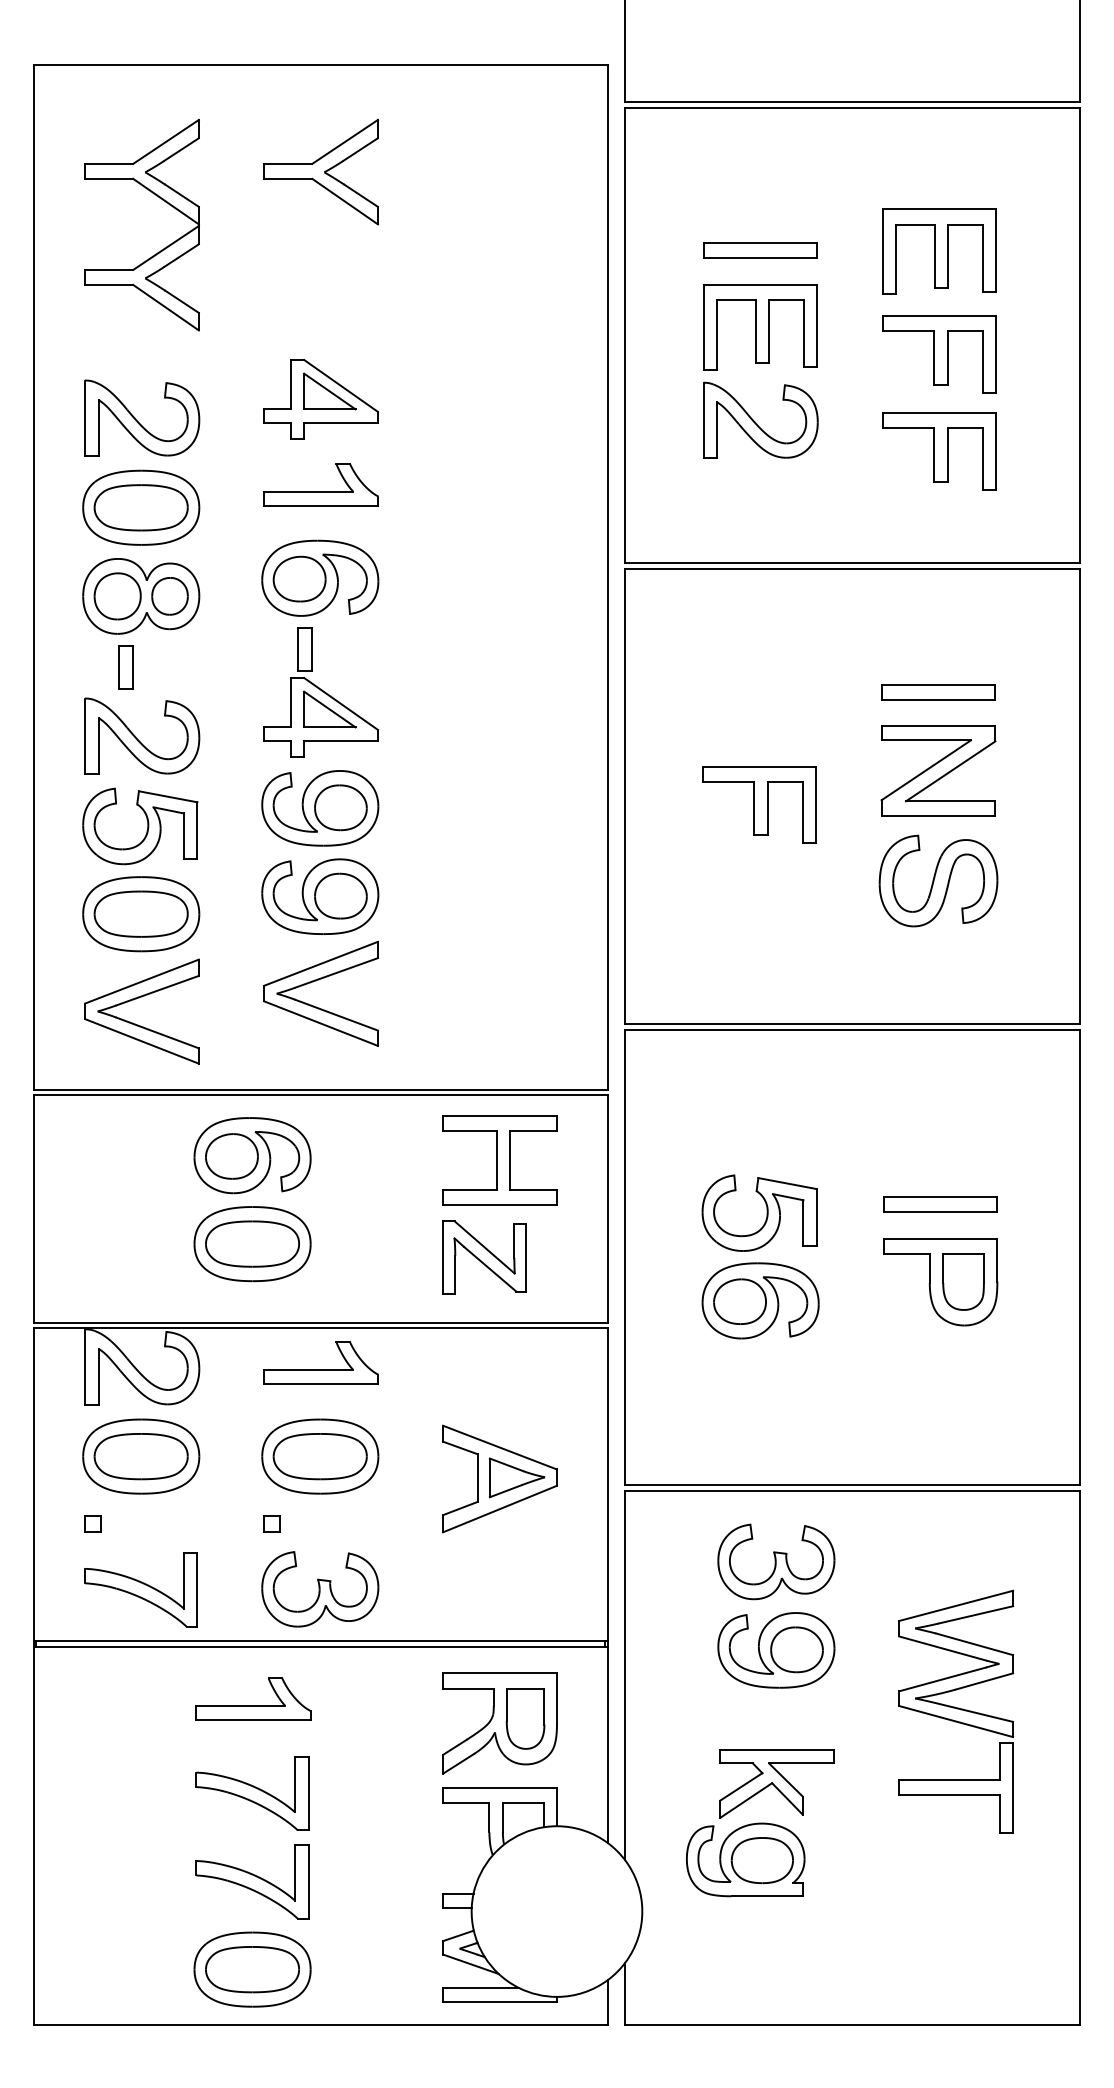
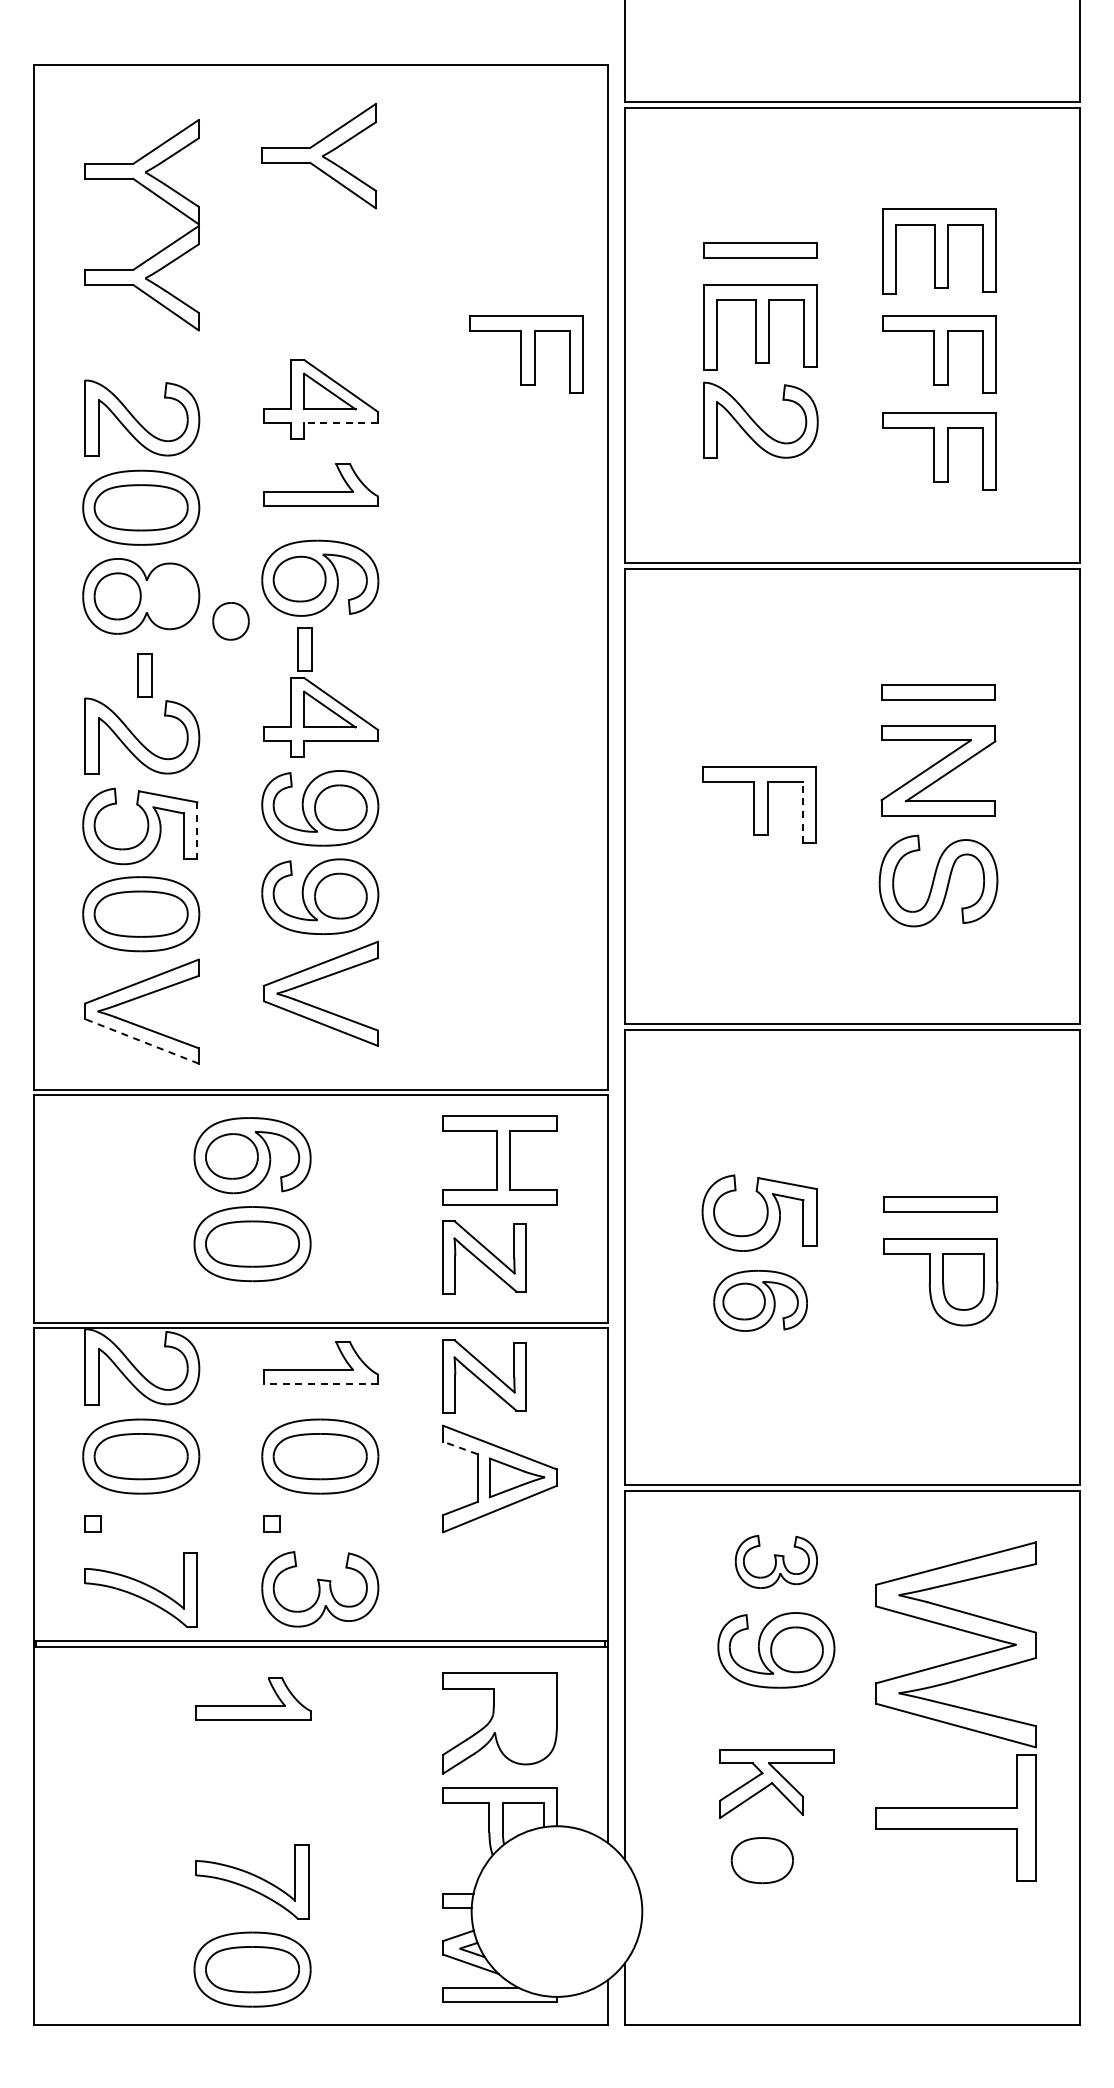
part at (320, 172) position: (320, 172) -> (318, 156)
part at (526, 354): none -> present
line at (341, 423): solid -> dashed
part at (169, 596) position: (169, 596) -> (230, 621)
part at (125, 667) position: (125, 667) -> (144, 675)
line at (802, 812): solid -> dashed
line at (197, 831): solid -> dashed
line at (141, 1041): solid -> dashed
part at (760, 1300) size: 119x78 px -> 95x62 px
part at (484, 1376): none -> present
line at (320, 1383): solid -> dashed
line at (459, 1447): solid -> dashed
part at (776, 1561) size: 119x78 px -> 84x54 px
part at (956, 1711) size: 117x245 px -> 162x341 px
part at (525, 1718): present -> none
part at (252, 1793): present -> none
part at (745, 1859): present -> none
